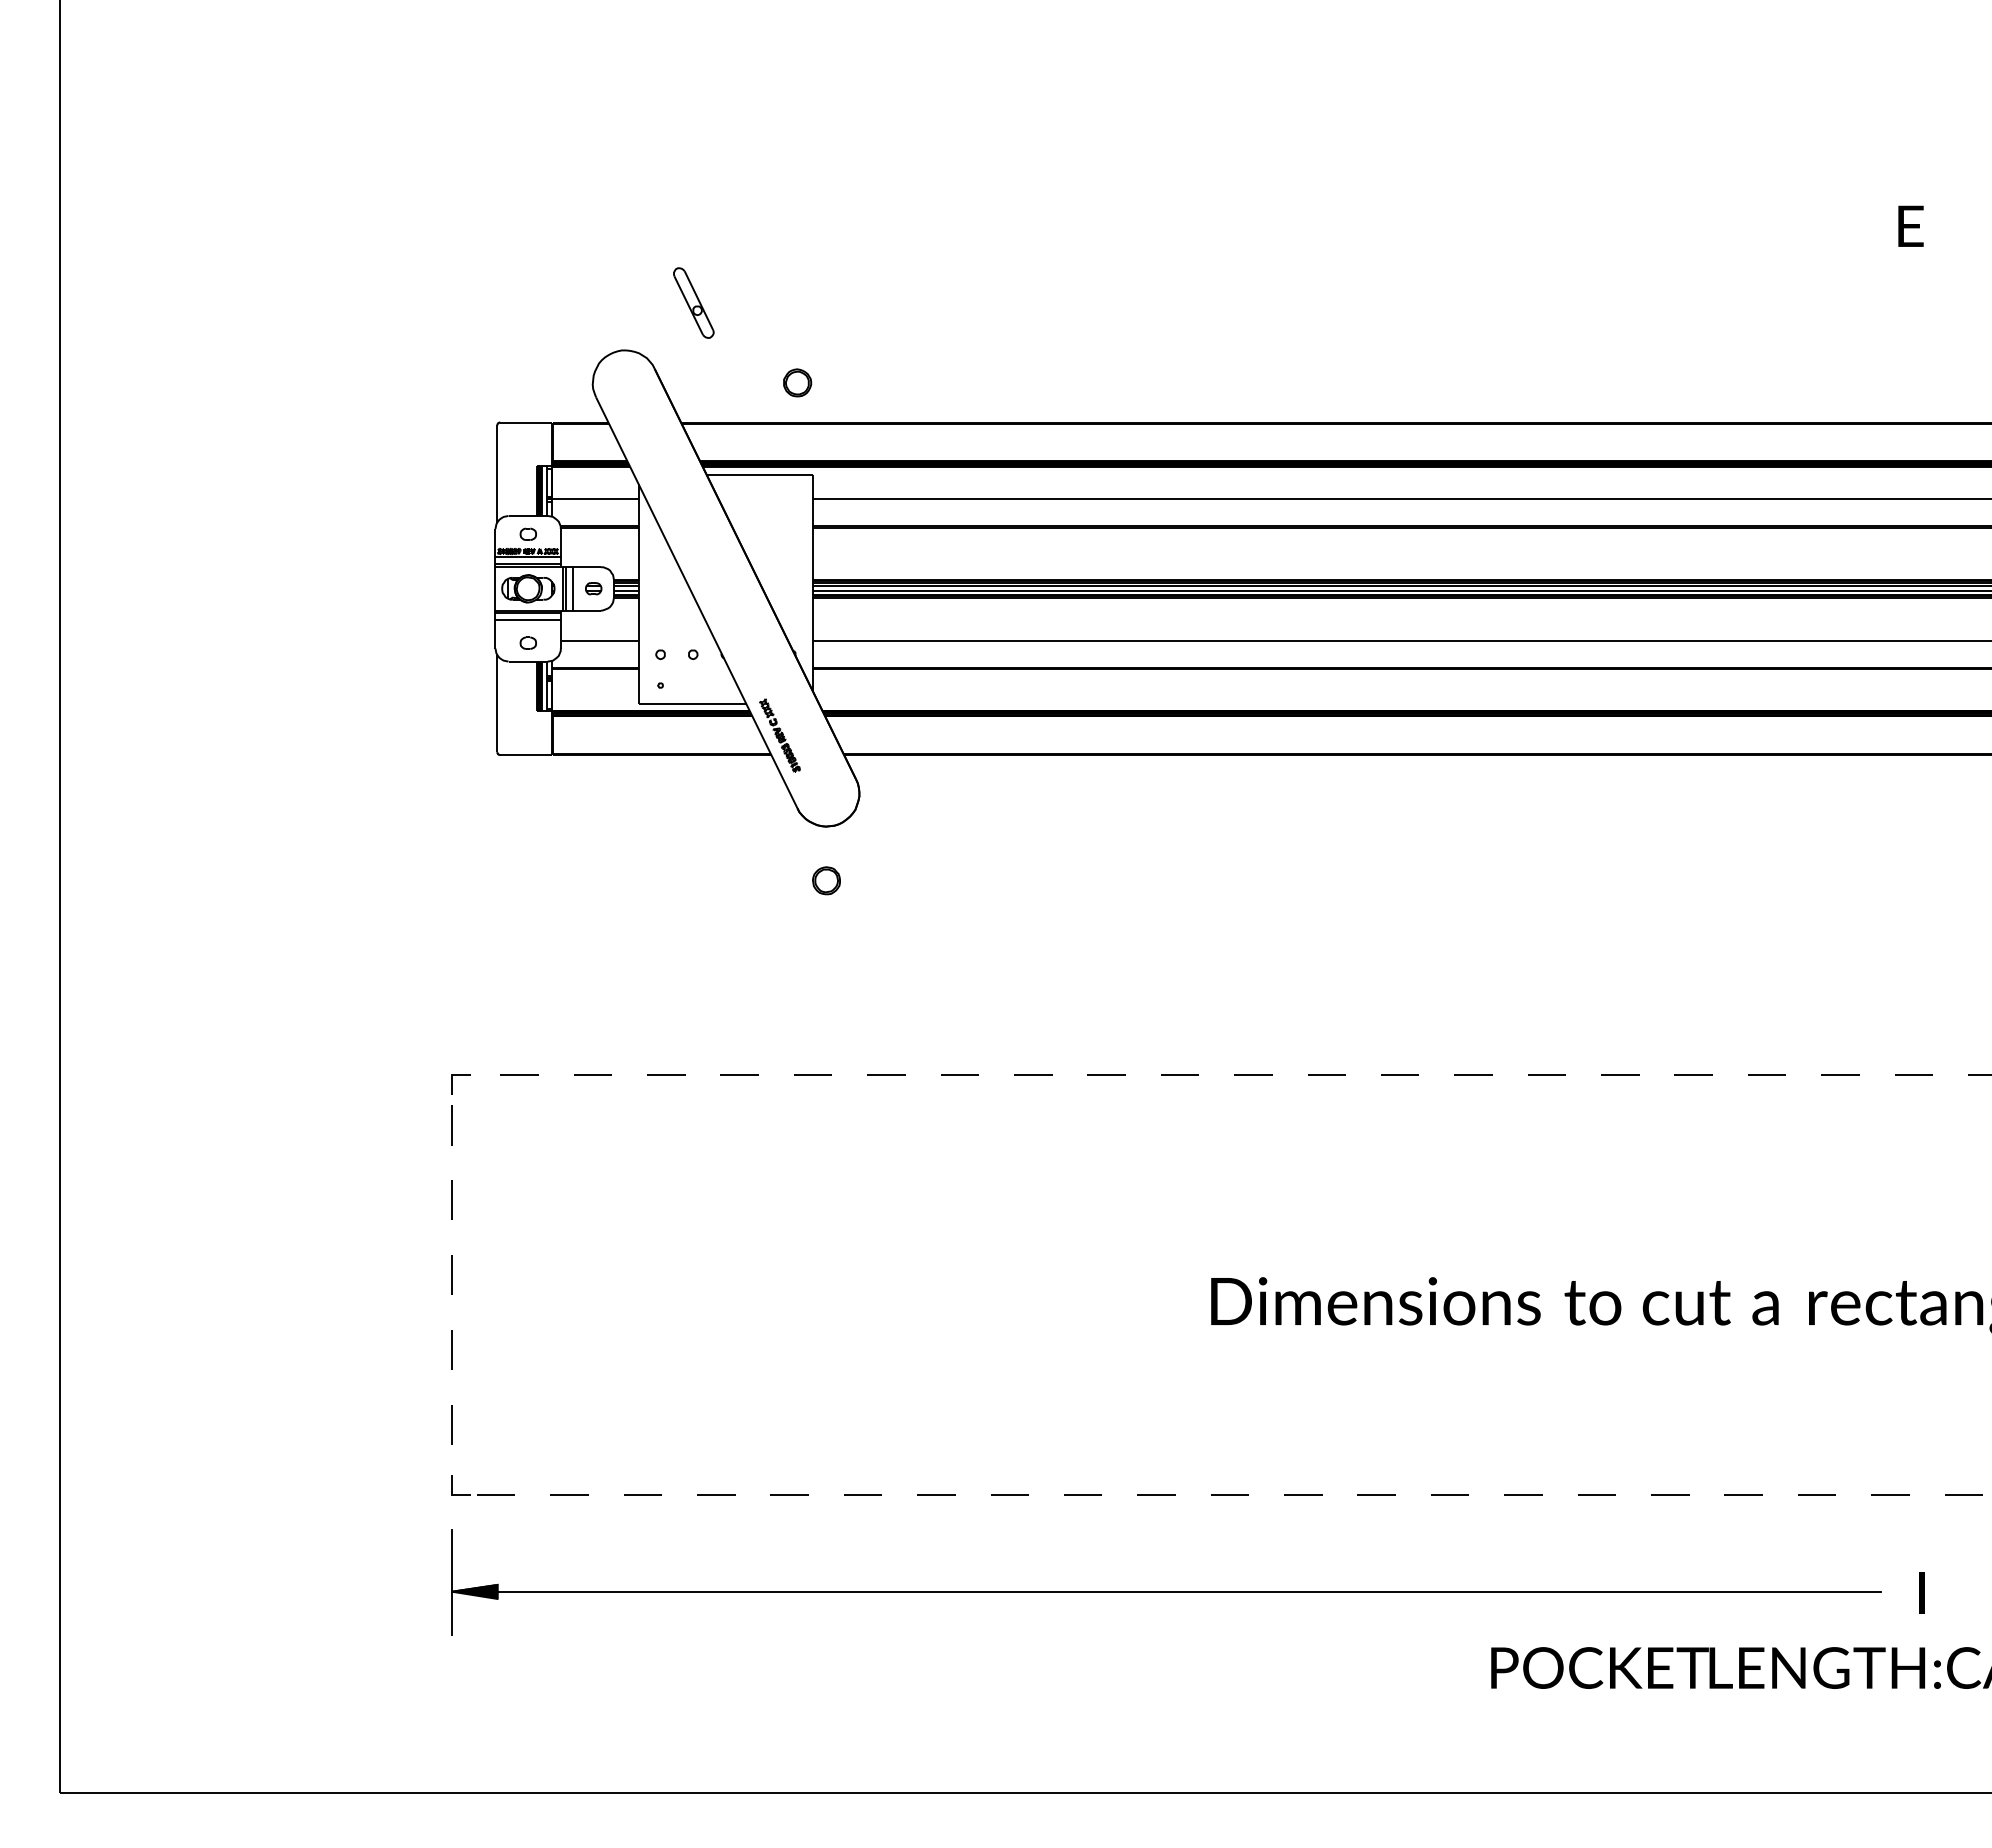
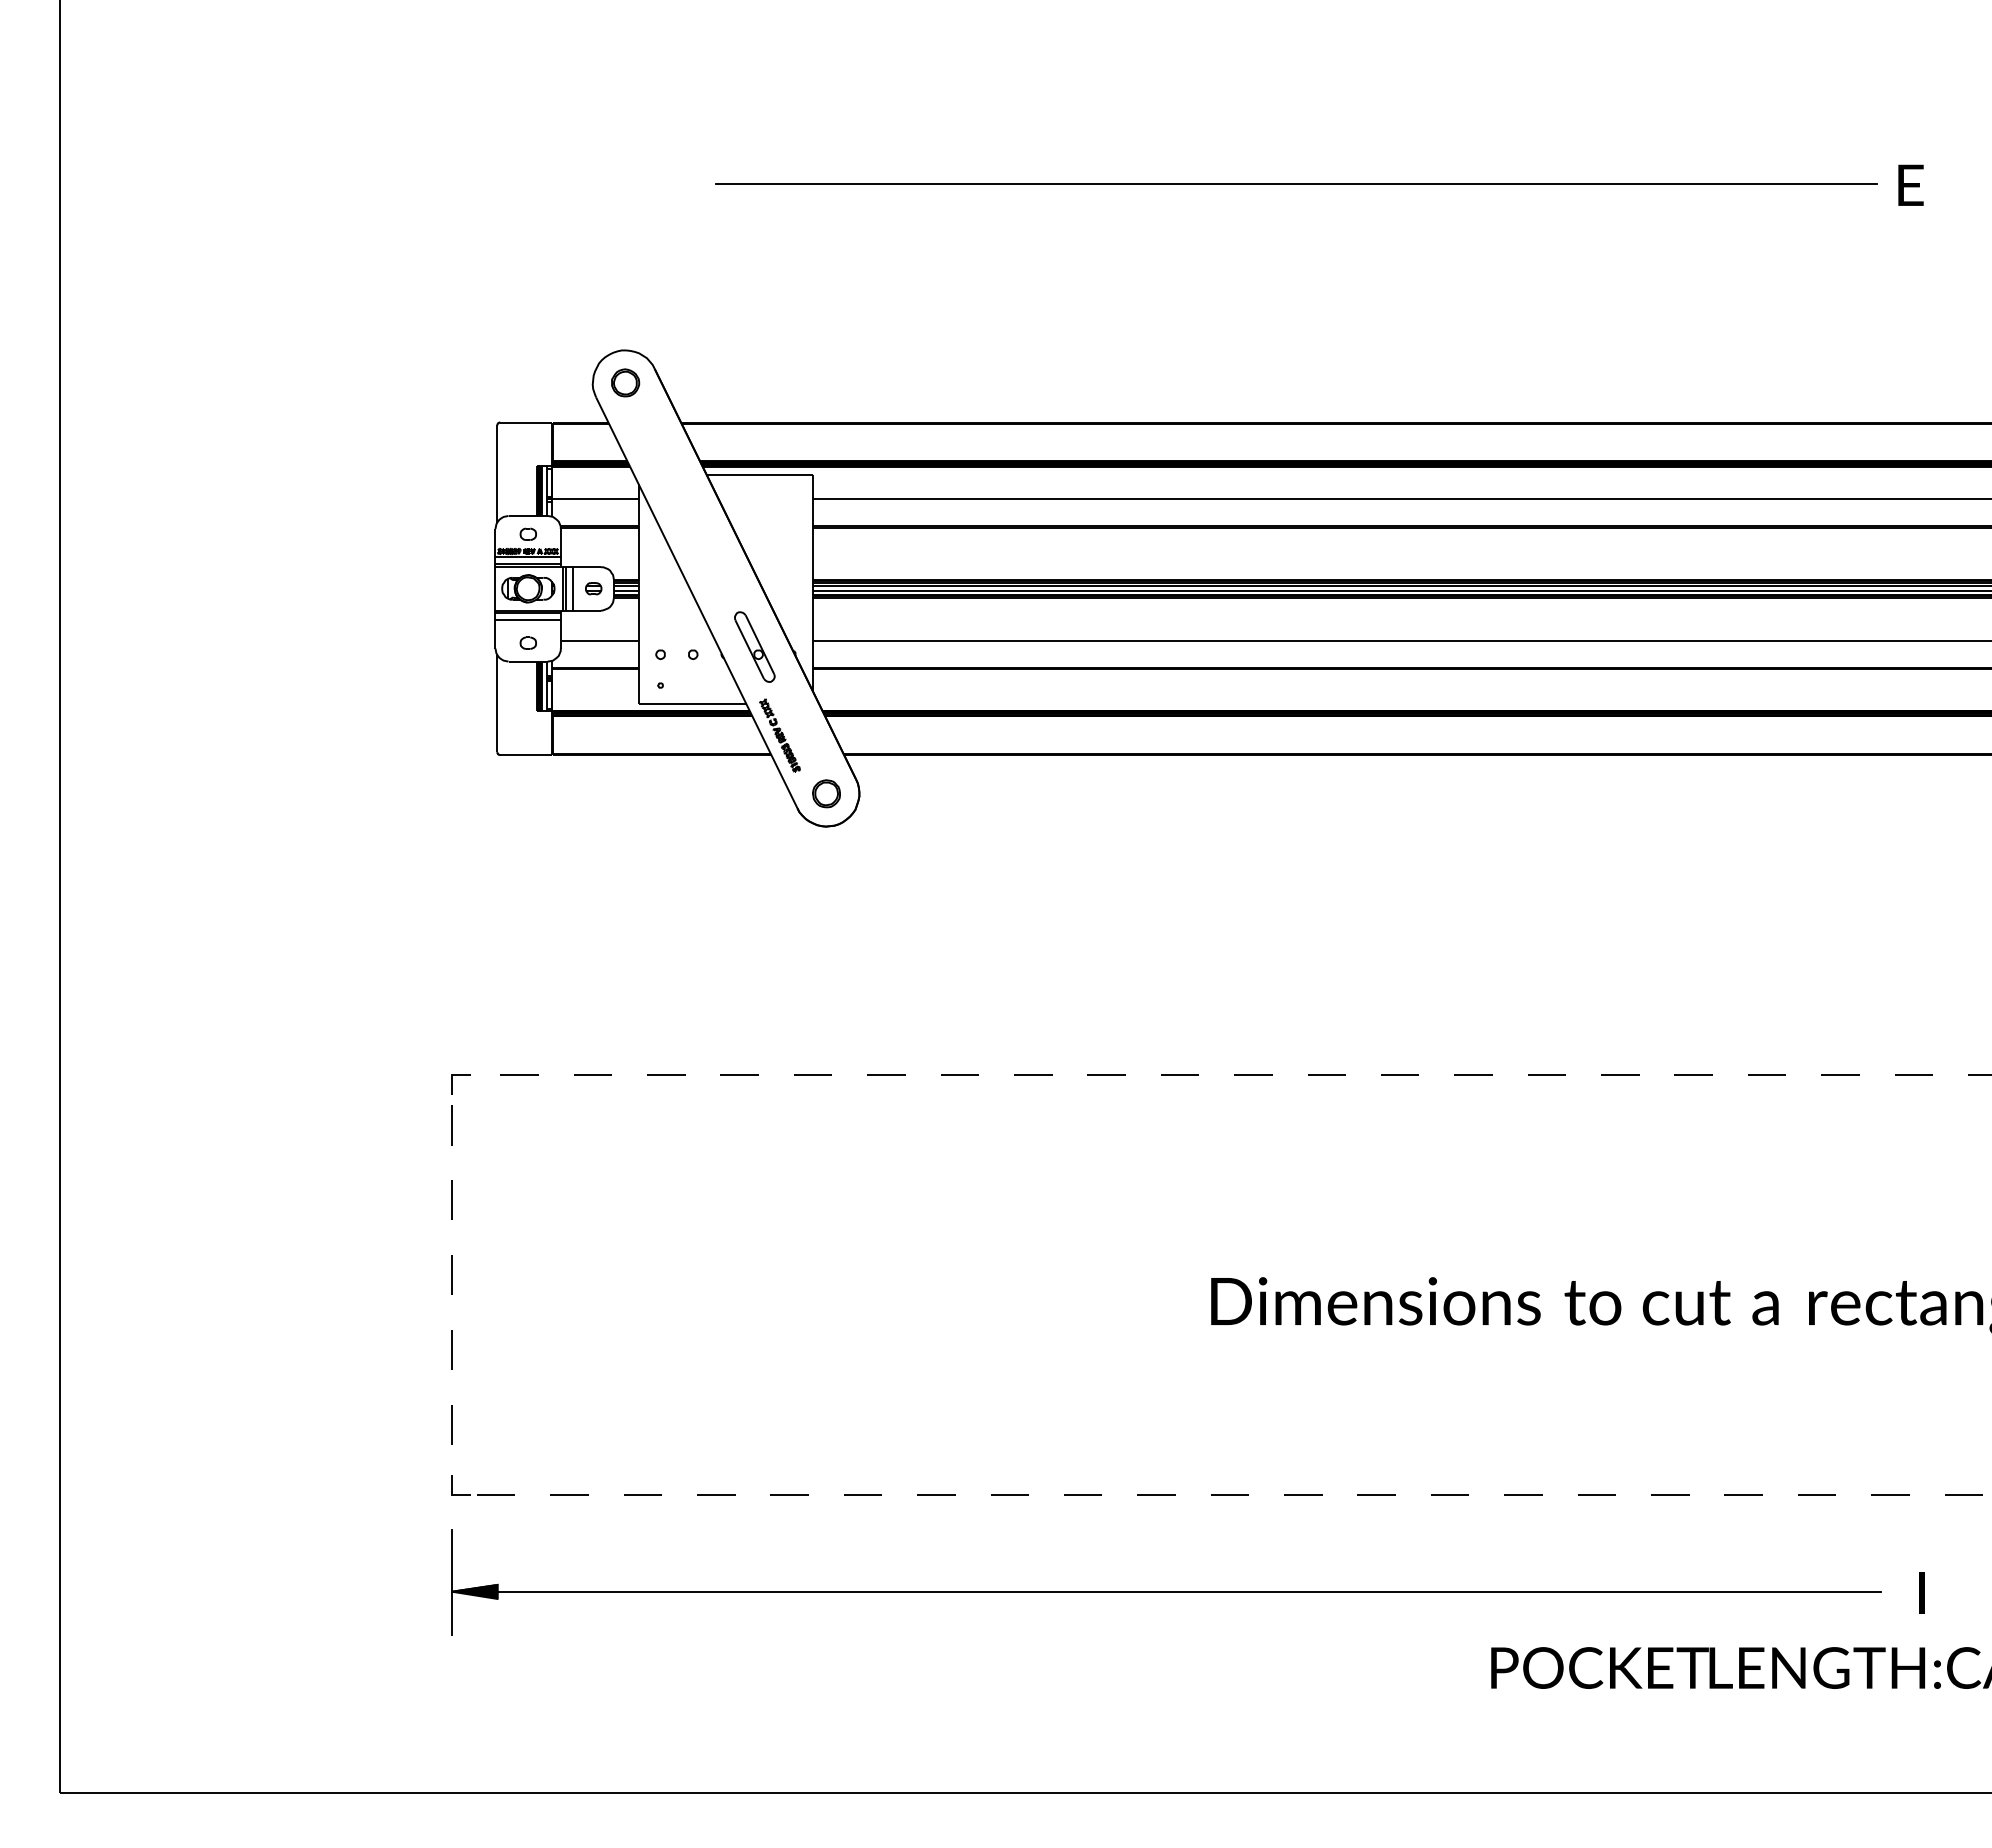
line at (1295, 184): none -> present
text at (1910, 225) position: (1910, 225) -> (1910, 184)
part at (693, 302) position: (693, 302) -> (754, 646)
part at (797, 382) position: (797, 382) -> (625, 382)
part at (826, 880) position: (826, 880) -> (826, 793)
